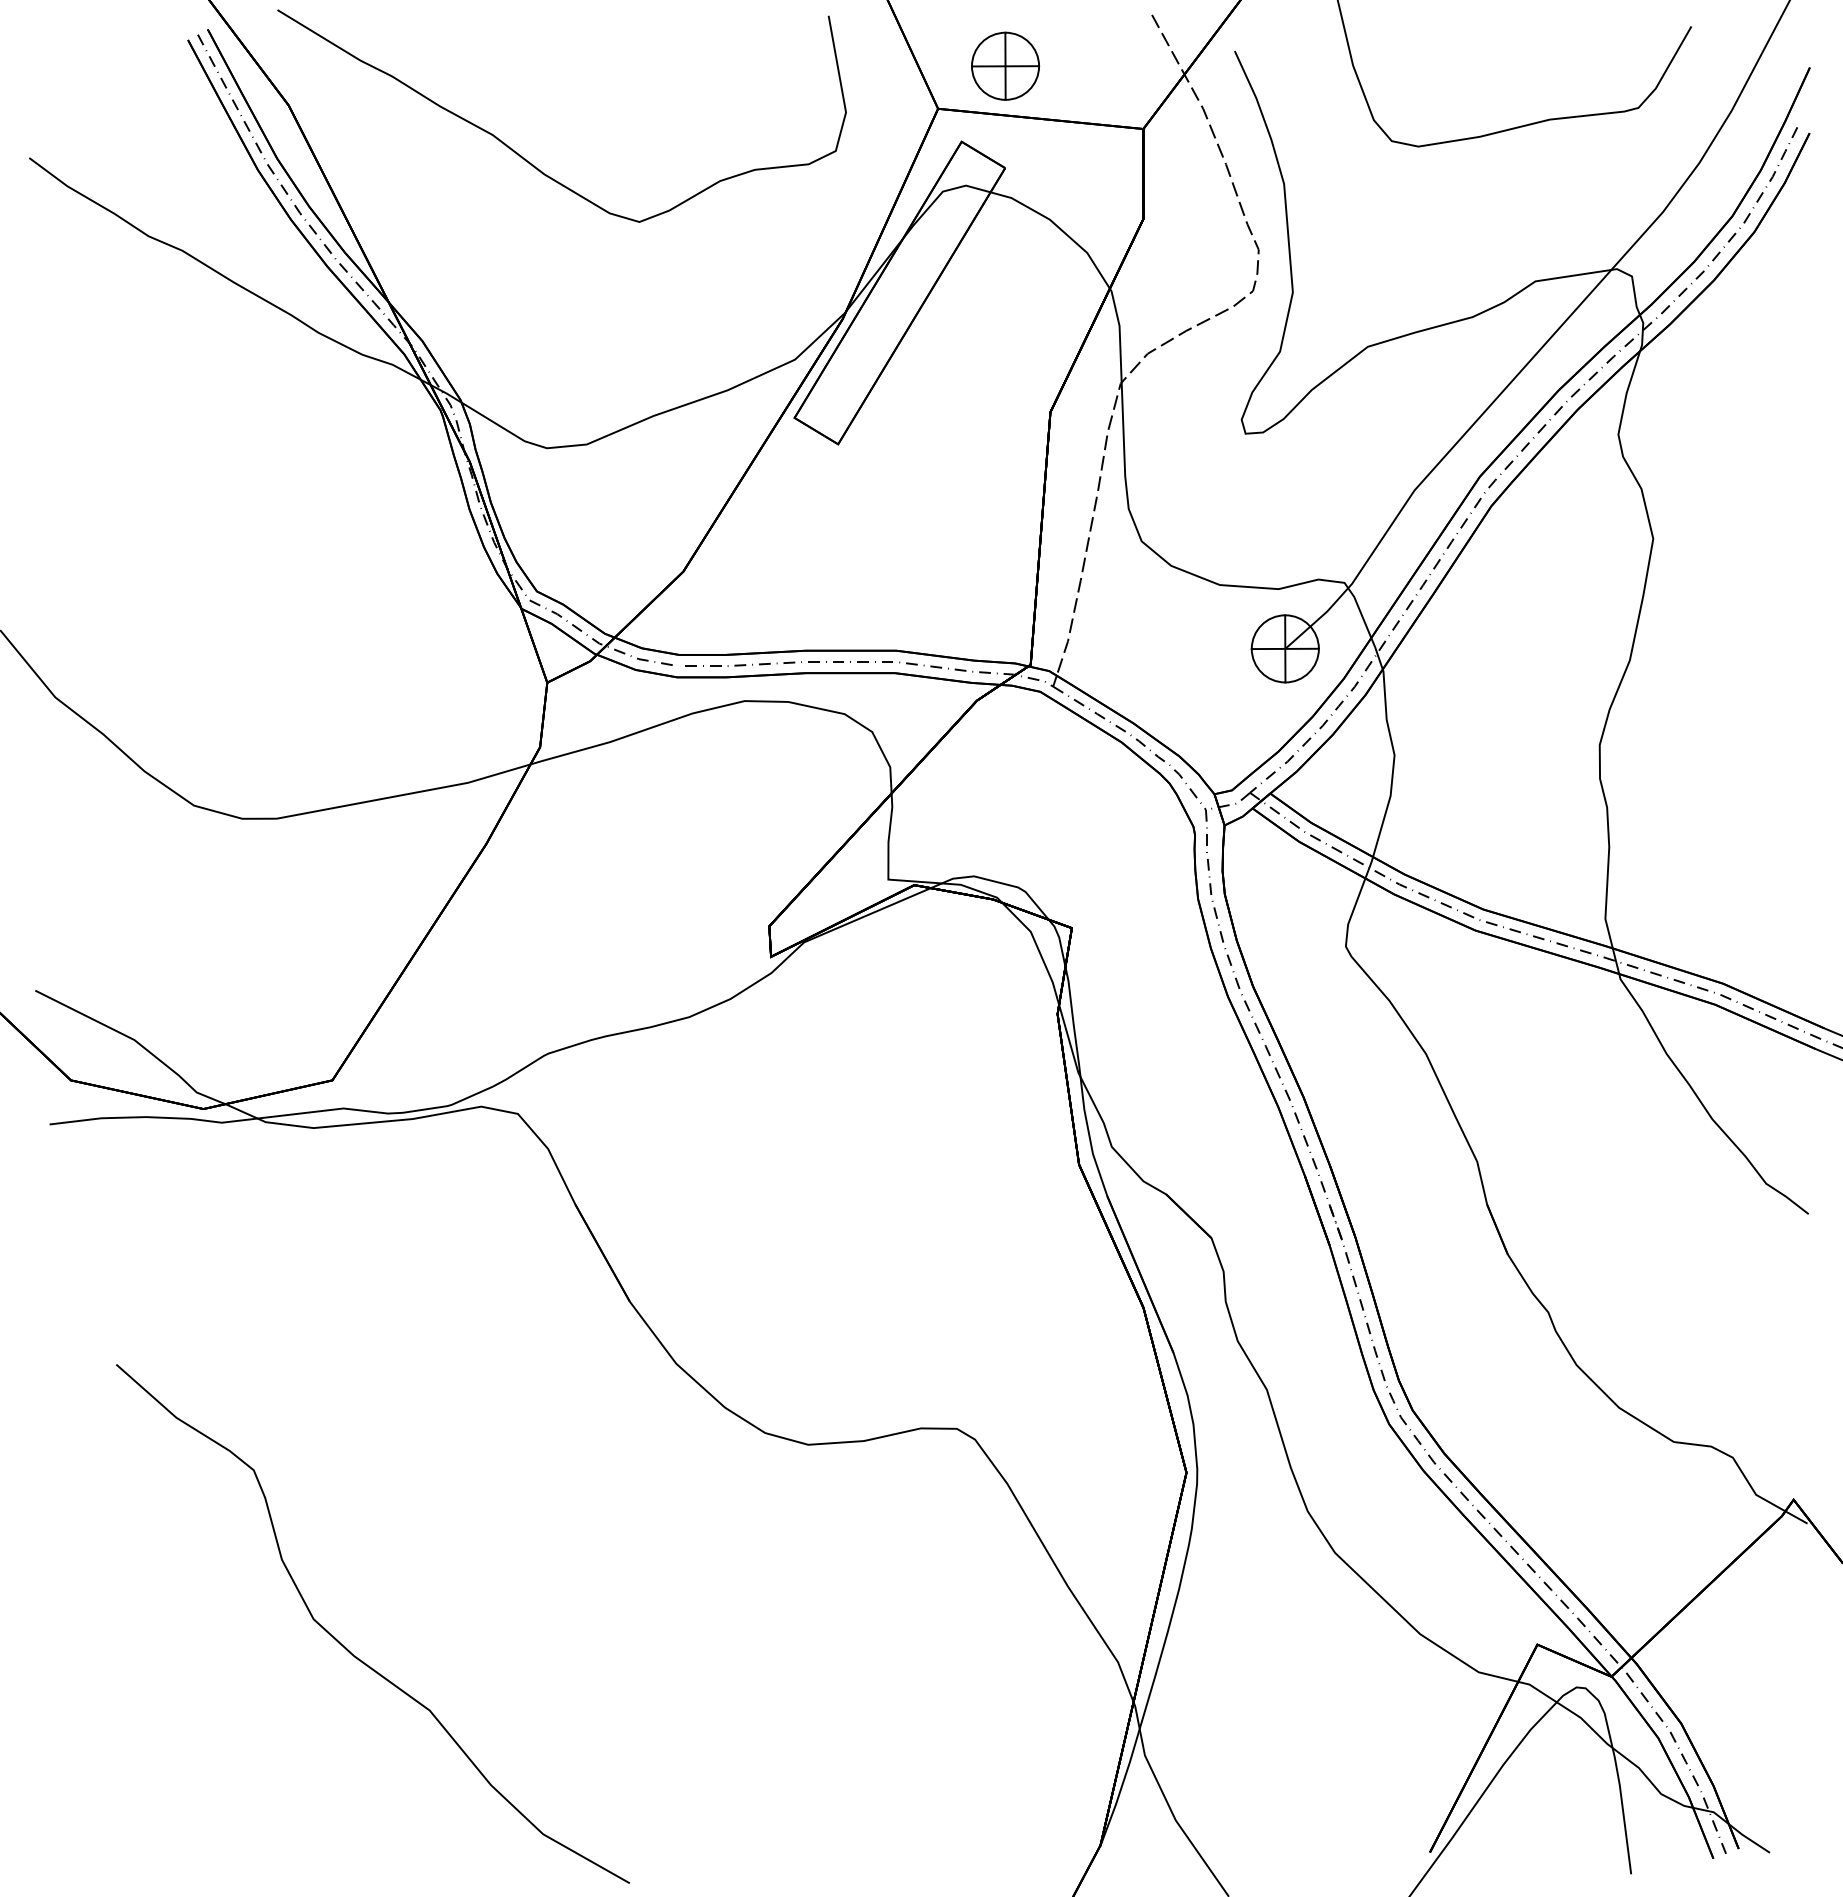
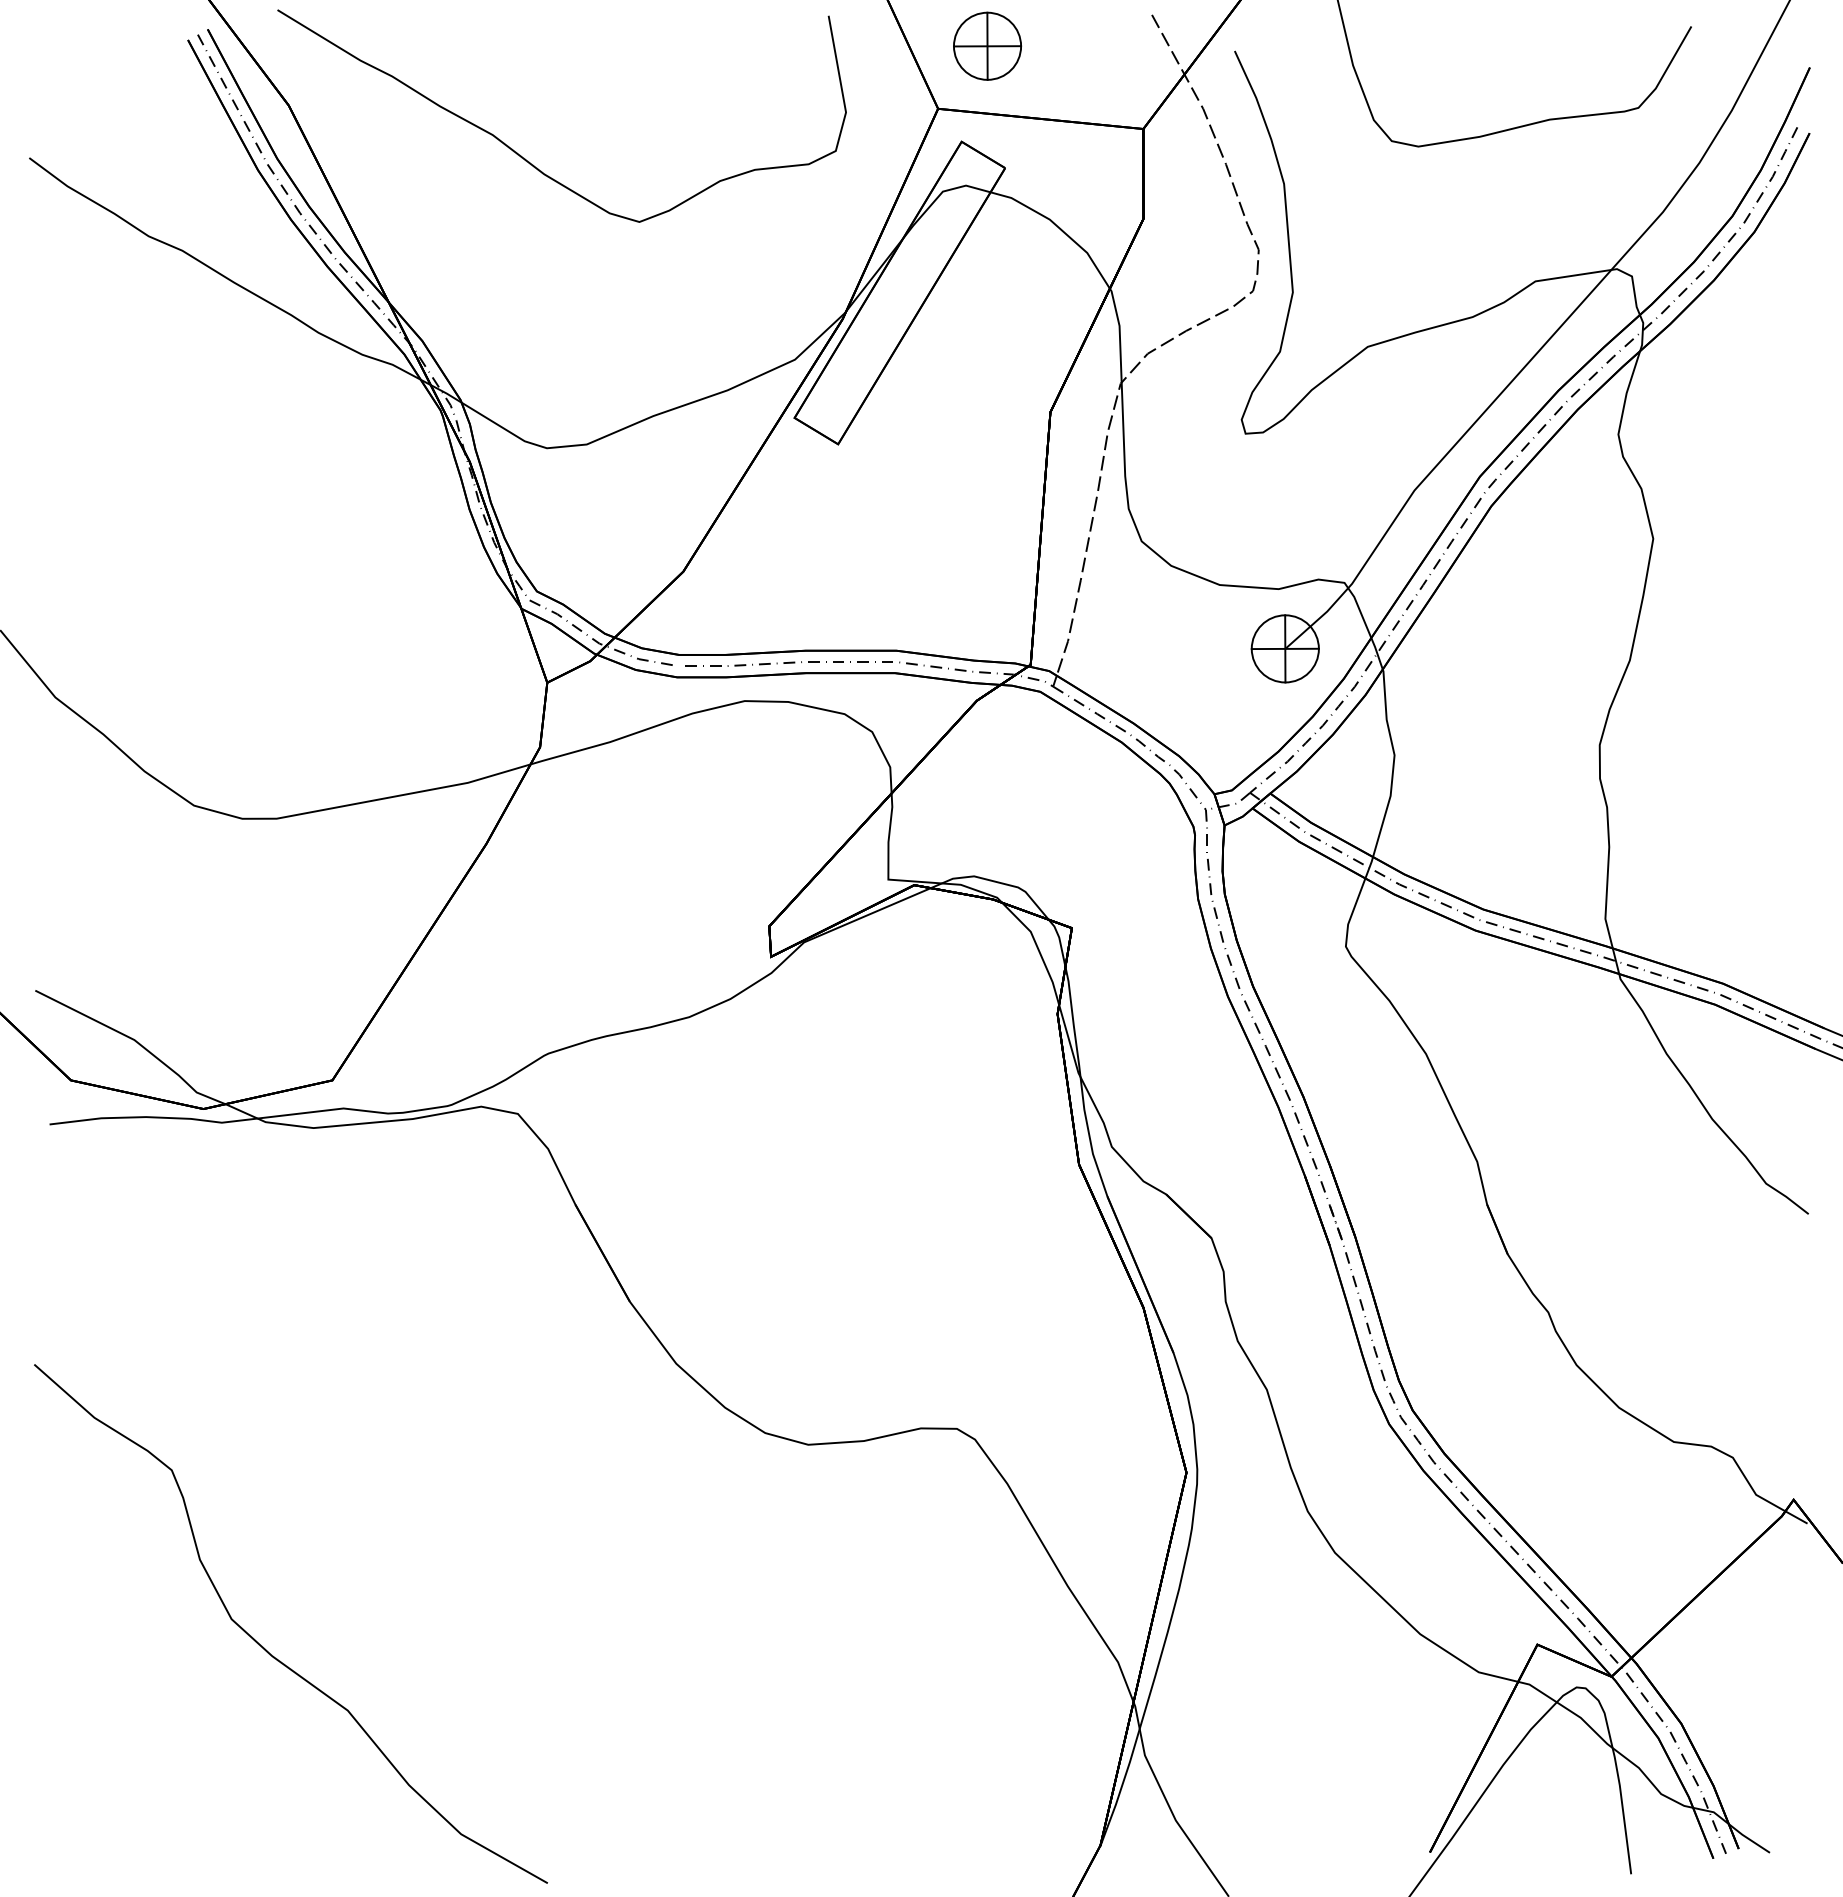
part at (1005, 65) position: (1005, 65) -> (987, 45)
curve at (347, 1648) position: (347, 1648) -> (265, 1648)
